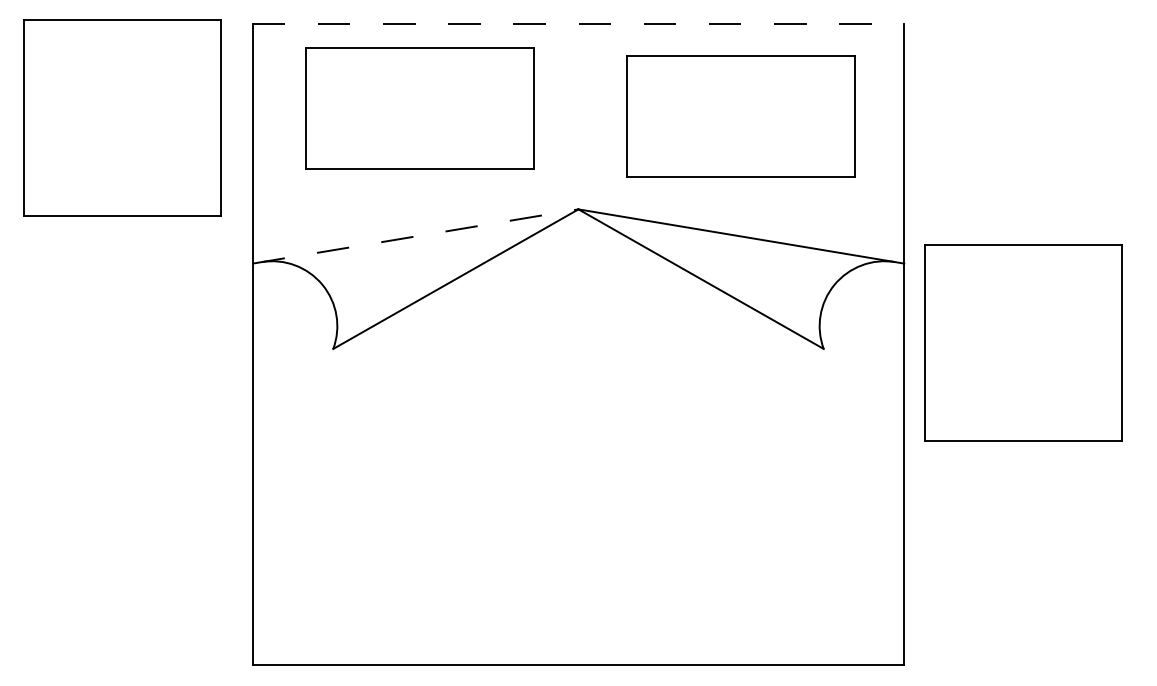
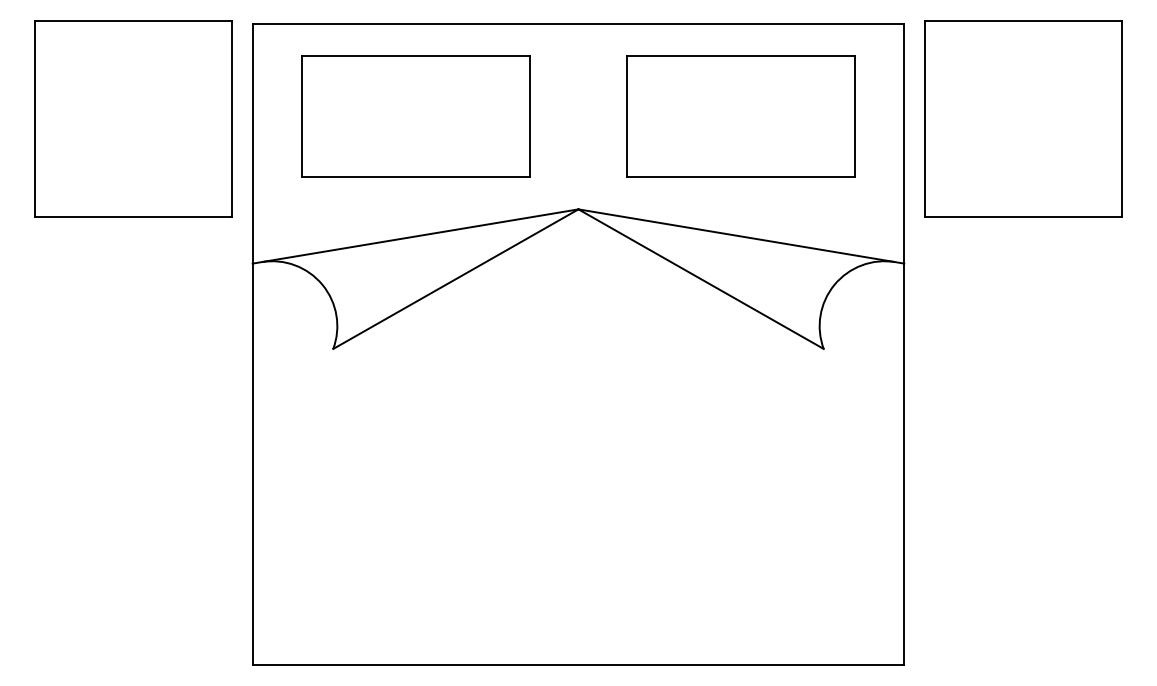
line at (578, 23): dashed -> solid
part at (419, 108) position: (419, 108) -> (415, 116)
part at (122, 117) position: (122, 117) -> (133, 118)
line at (416, 236): dashed -> solid
part at (1023, 342) position: (1023, 342) -> (1023, 118)
